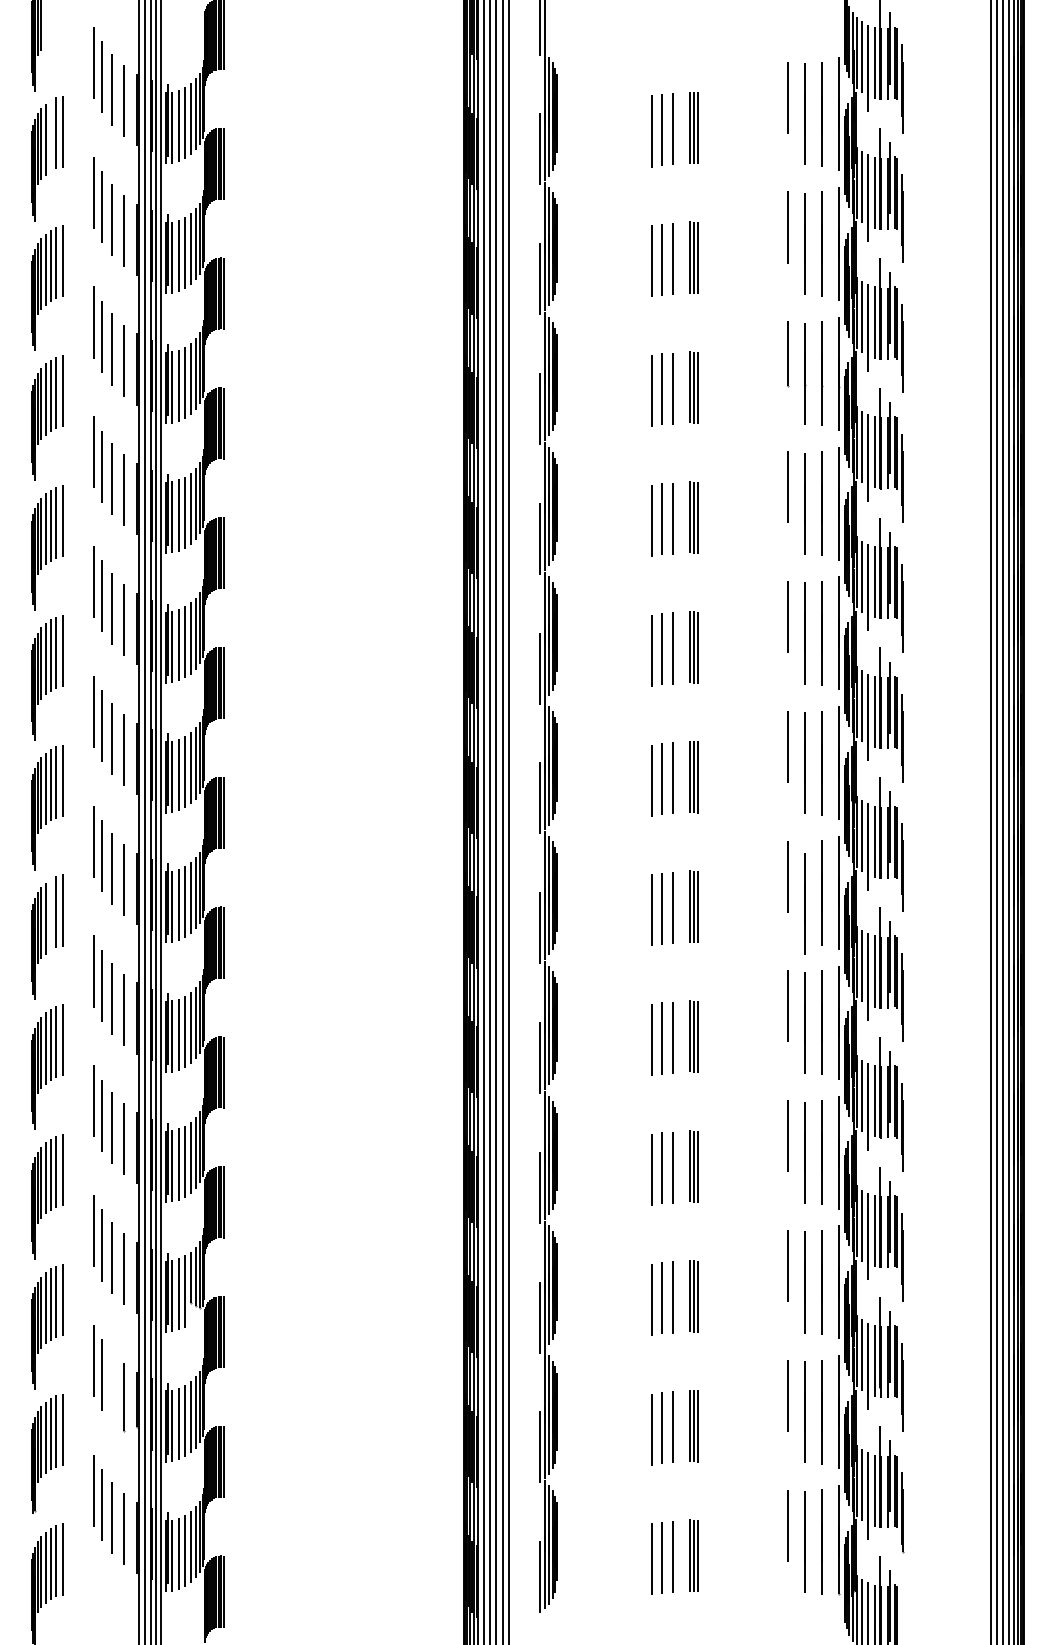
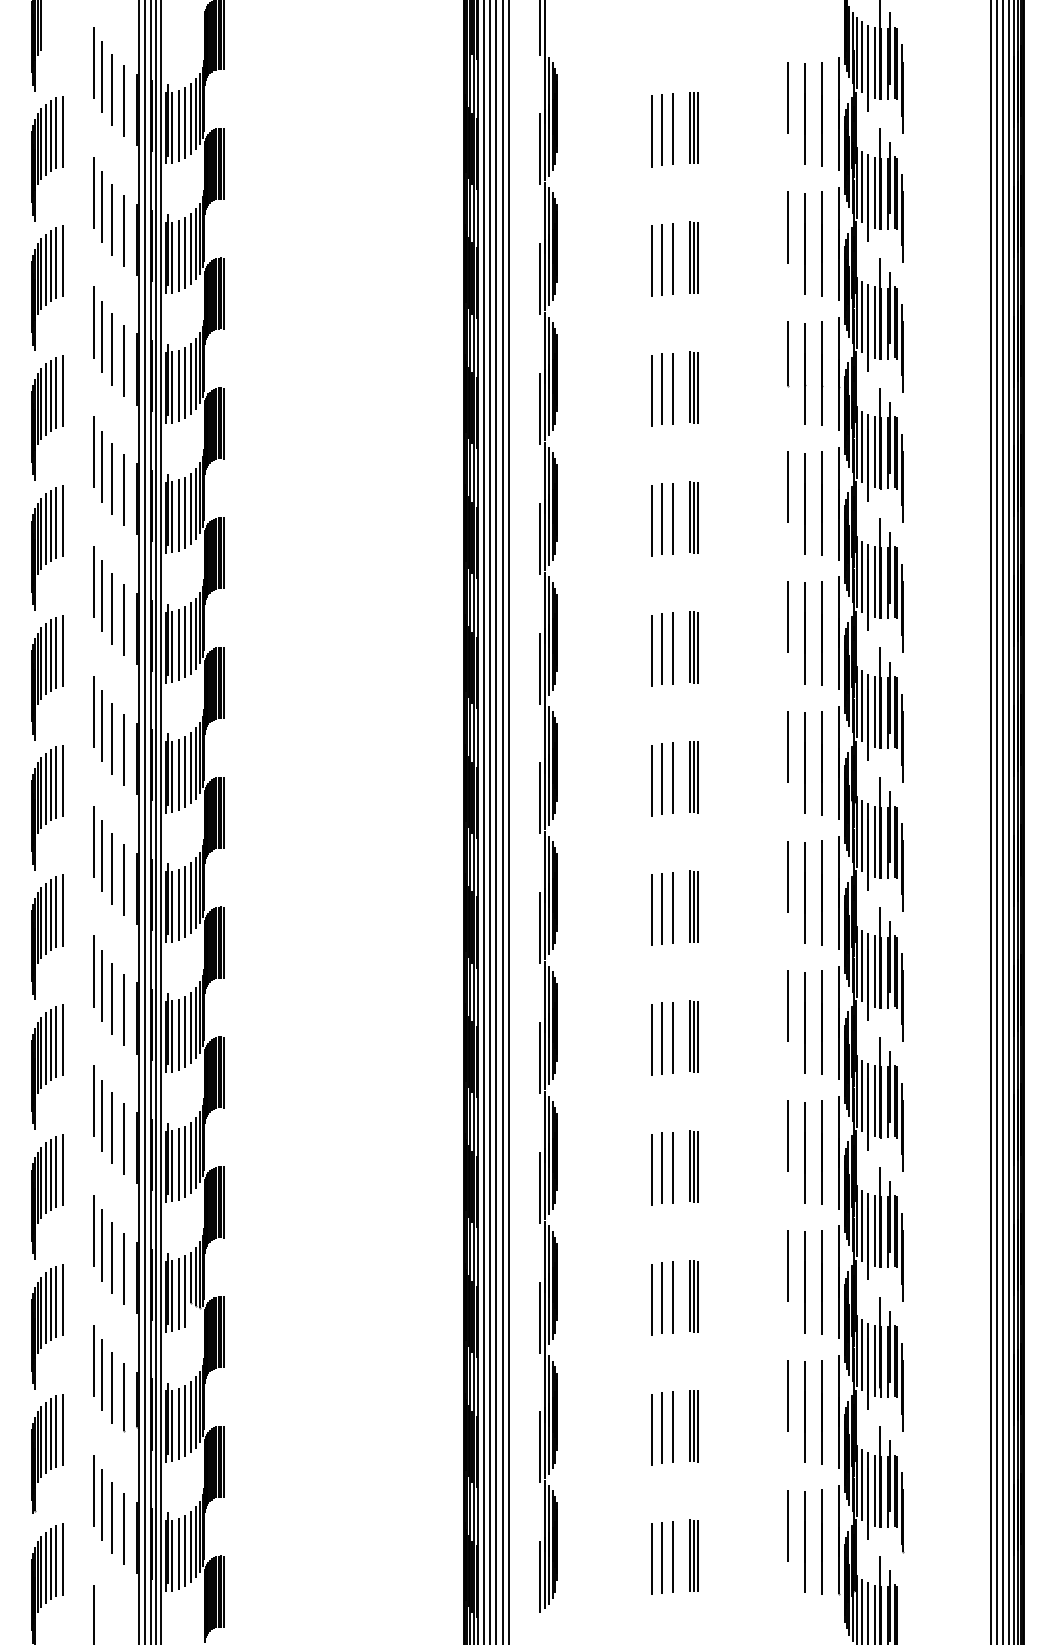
line at (50, 136): none -> present
line at (804, 903) position: (804, 903) -> (804, 892)
line at (50, 915): none -> present
line at (112, 1387): none -> present
line at (94, 1612): none -> present
